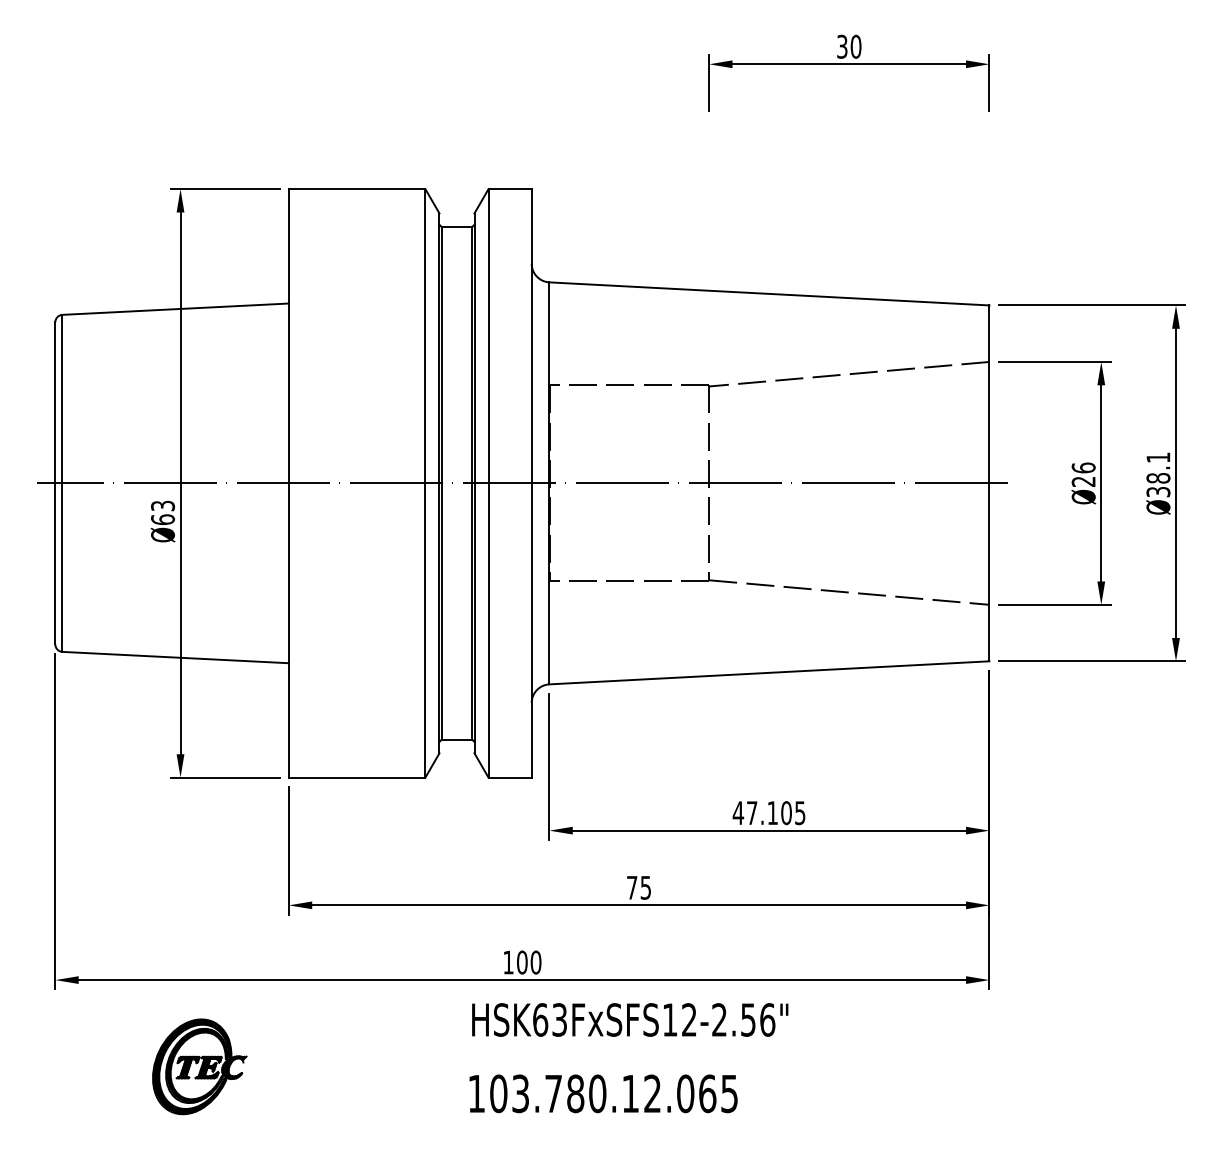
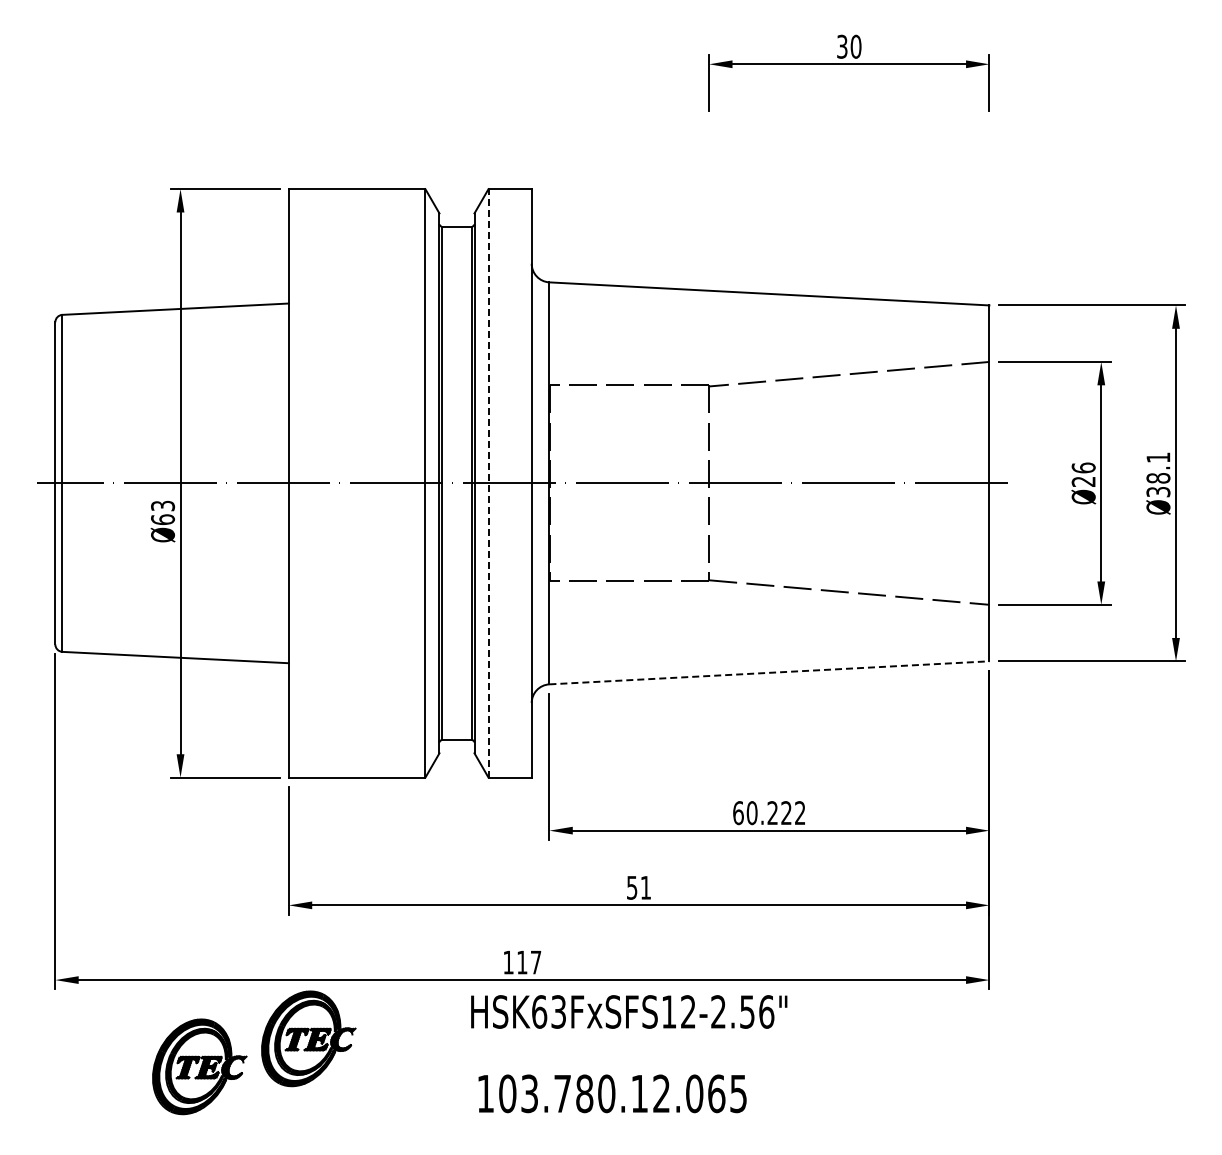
line at (488, 482): solid -> dashed
line at (769, 672): solid -> dashed
text at (768, 813): 47.105 -> 60.222
text at (638, 887): 75 -> 51
text at (529, 962): 100 -> 117
text at (630, 1019) position: (630, 1019) -> (629, 1011)
part at (308, 1038): none -> present
text at (603, 1093) position: (603, 1093) -> (612, 1093)
